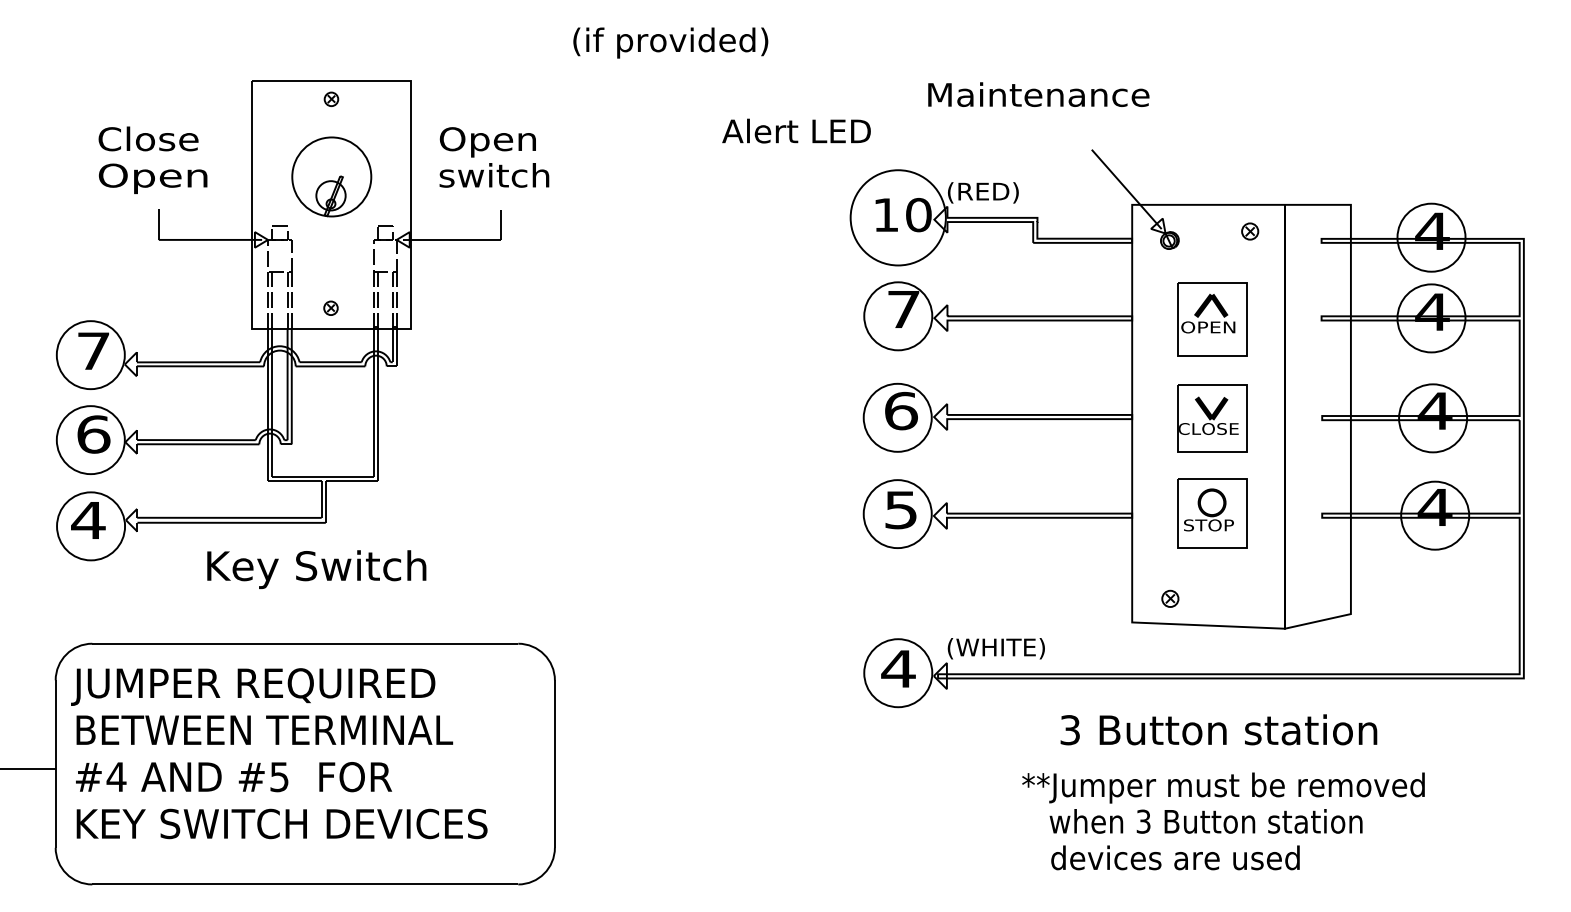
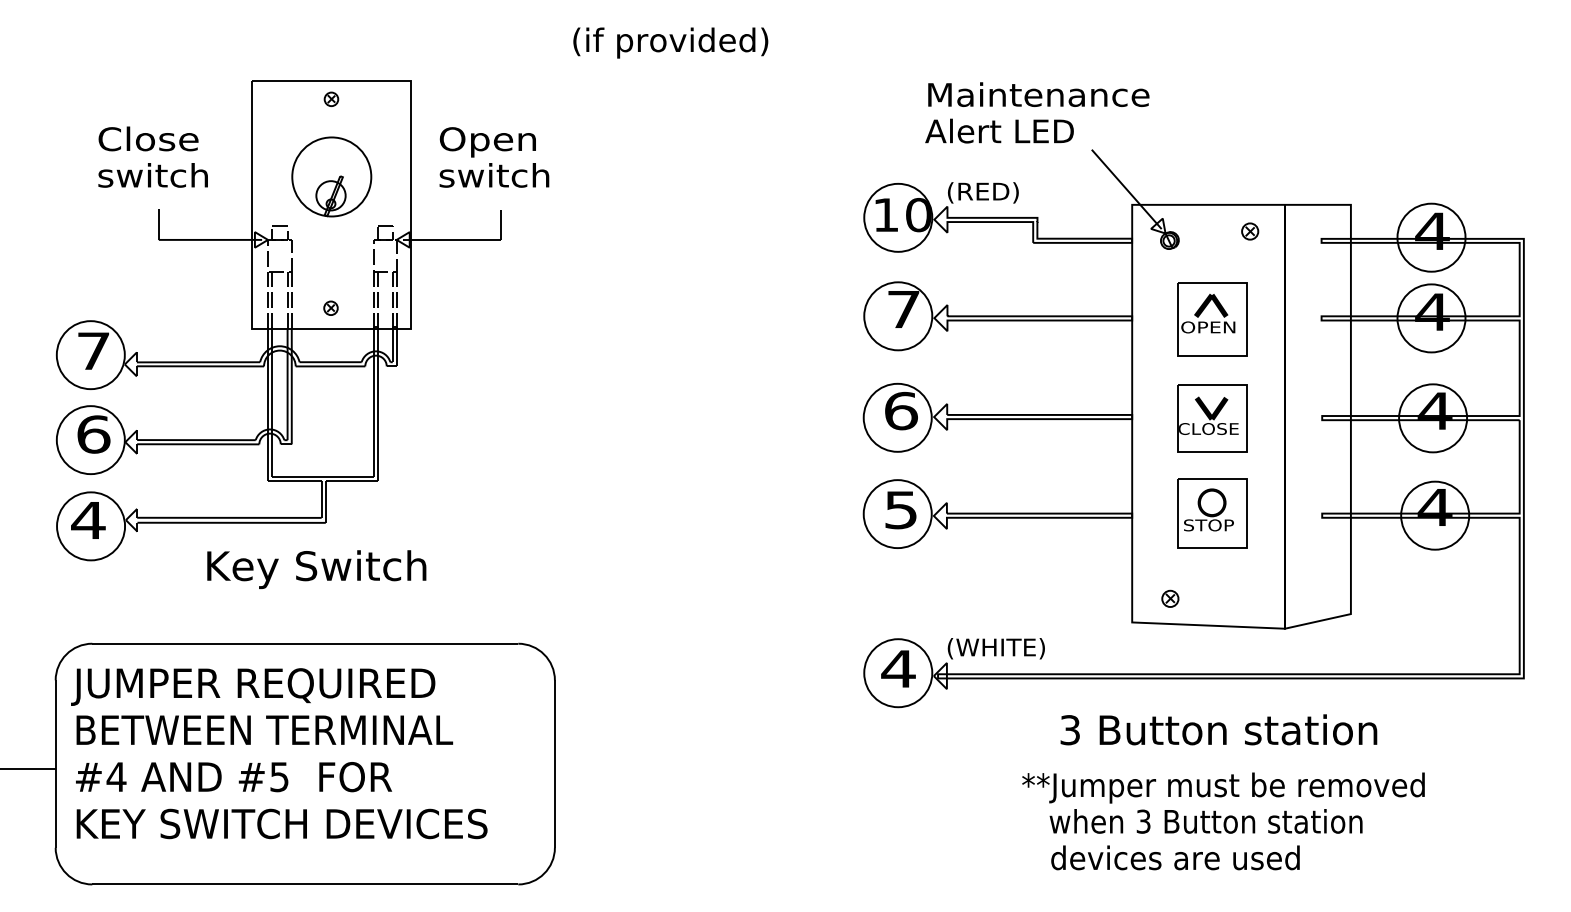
text at (796, 130) position: (796, 130) -> (999, 130)
text at (152, 178): Open -> switch
circle at (897, 217) diameter: 95 px -> 68 px
